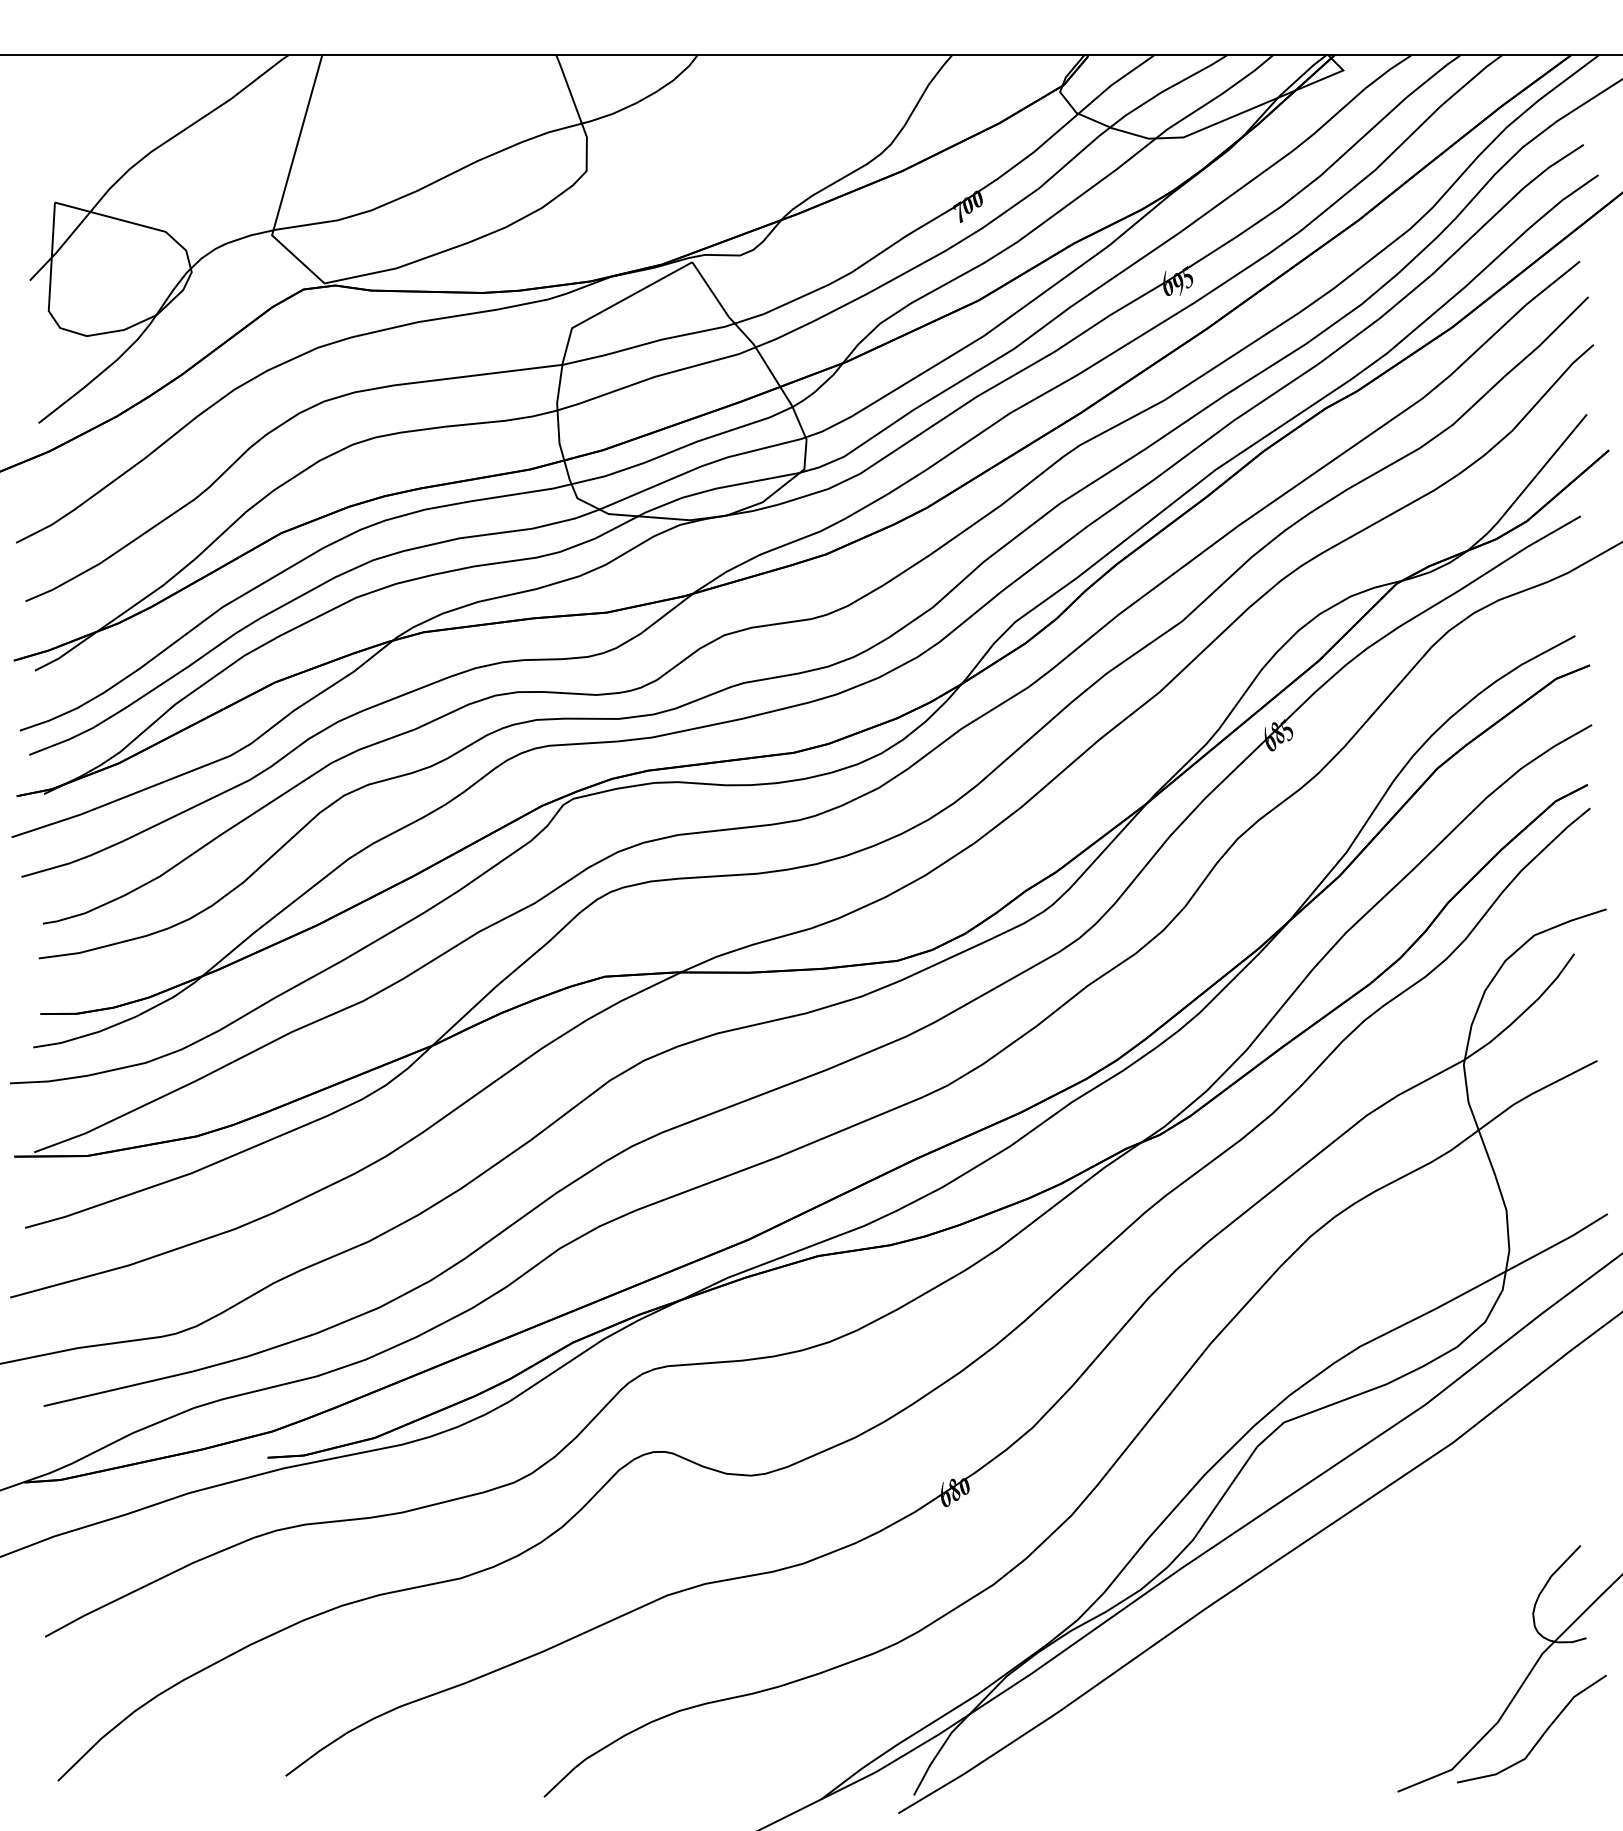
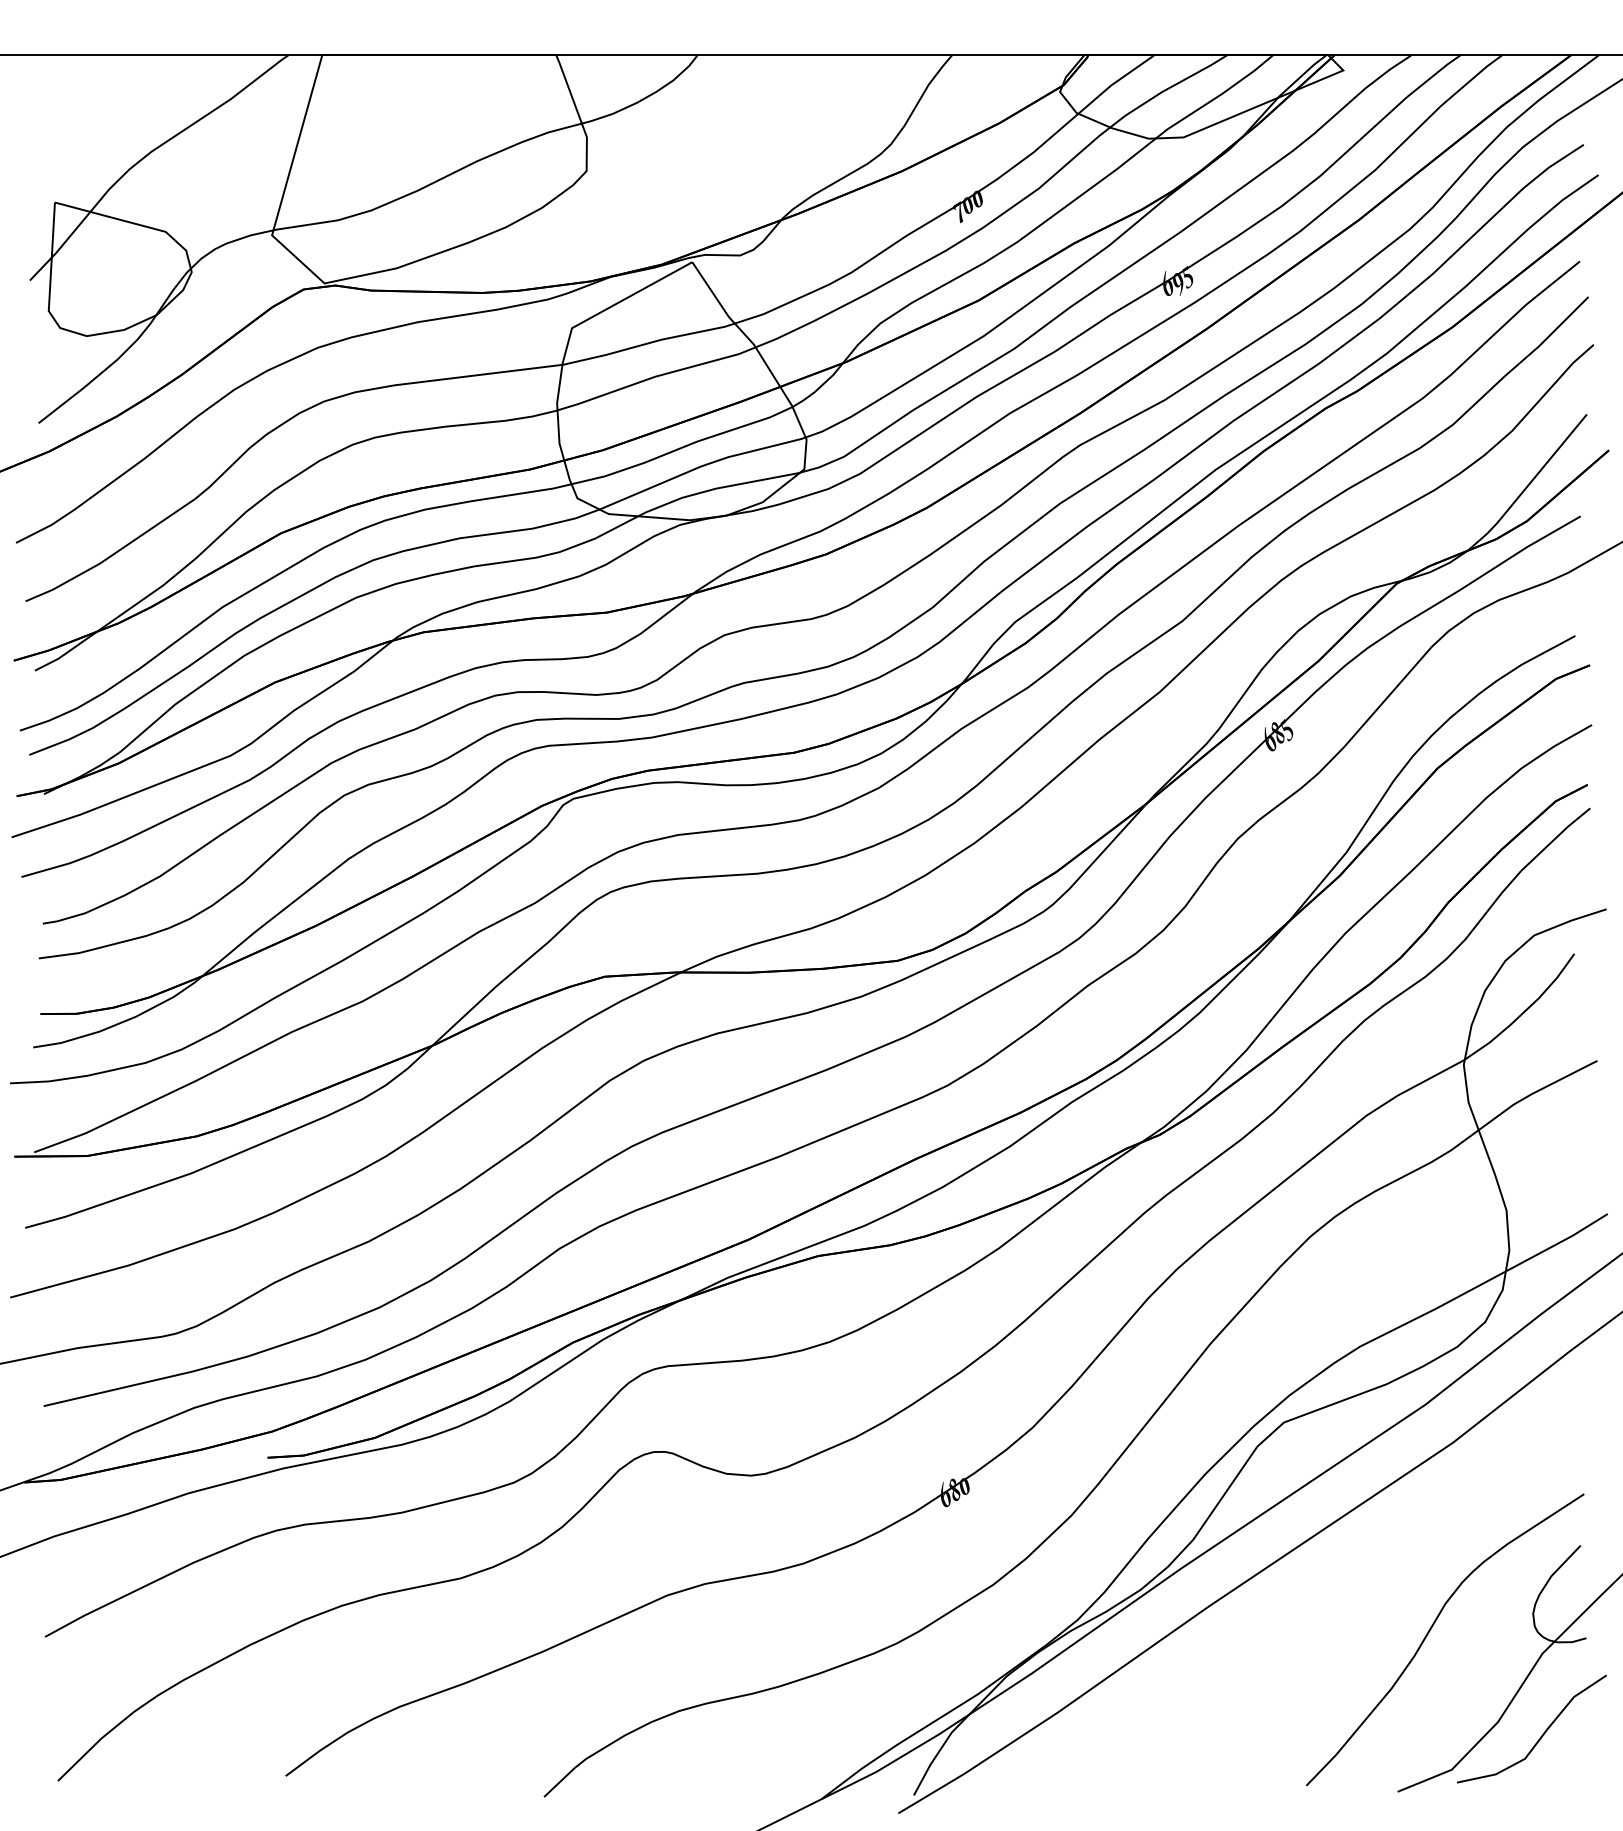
curve at (1430, 1631): none -> present
